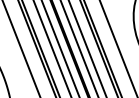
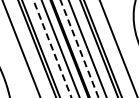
line at (52, 49): solid -> dashed
line at (79, 49): solid -> dashed
